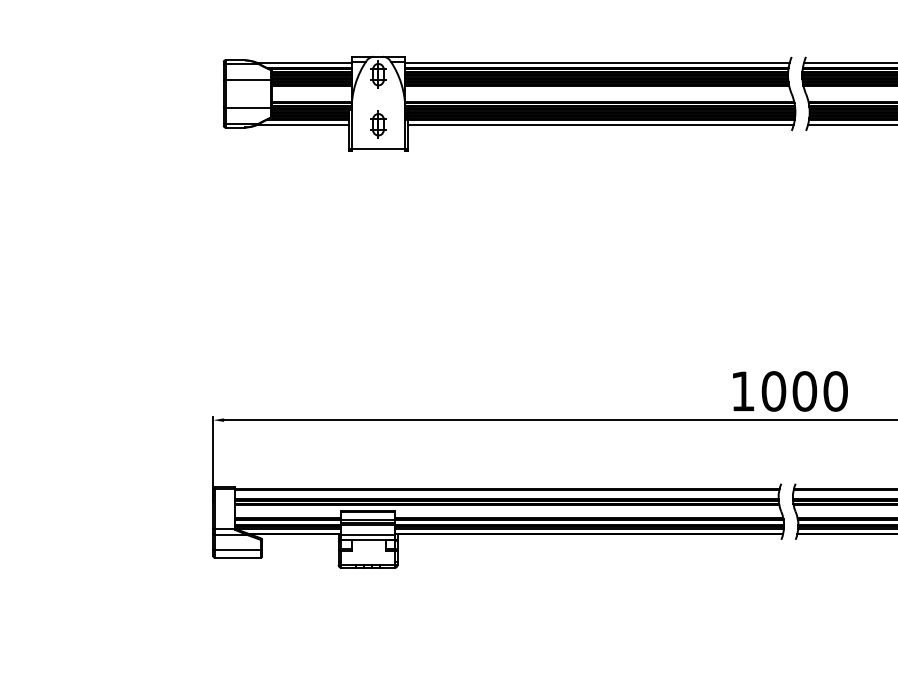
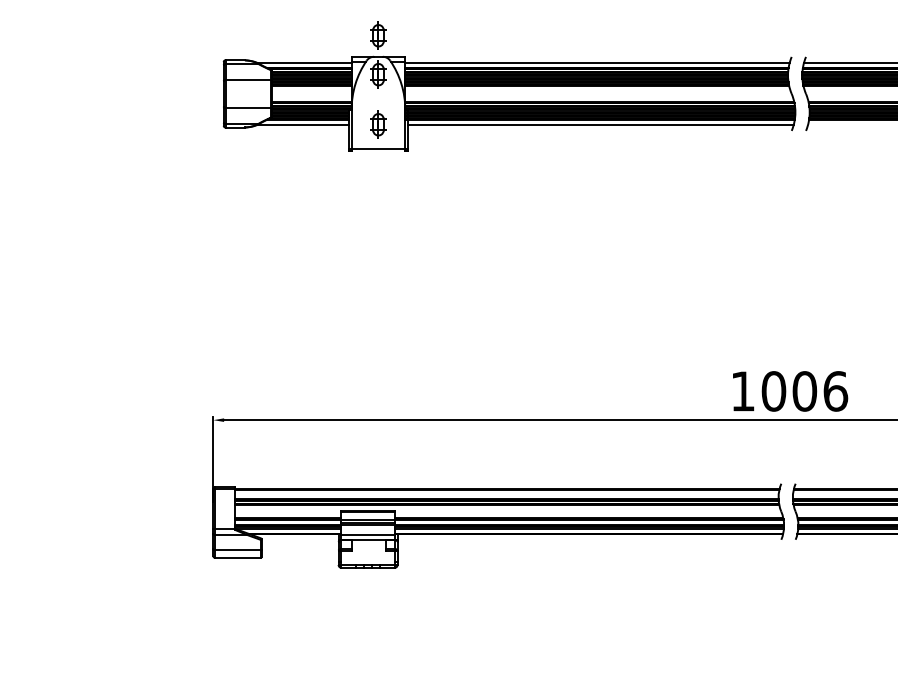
part at (378, 35): none -> present
line at (850, 125): present -> none
text at (835, 391): 1000 -> 1006
